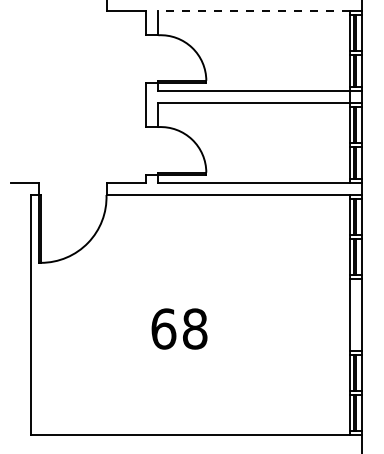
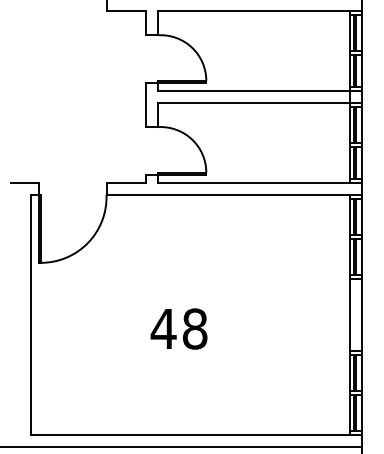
line at (254, 11): dashed -> solid
text at (163, 328): 68 -> 48
line at (182, 446): none -> present
